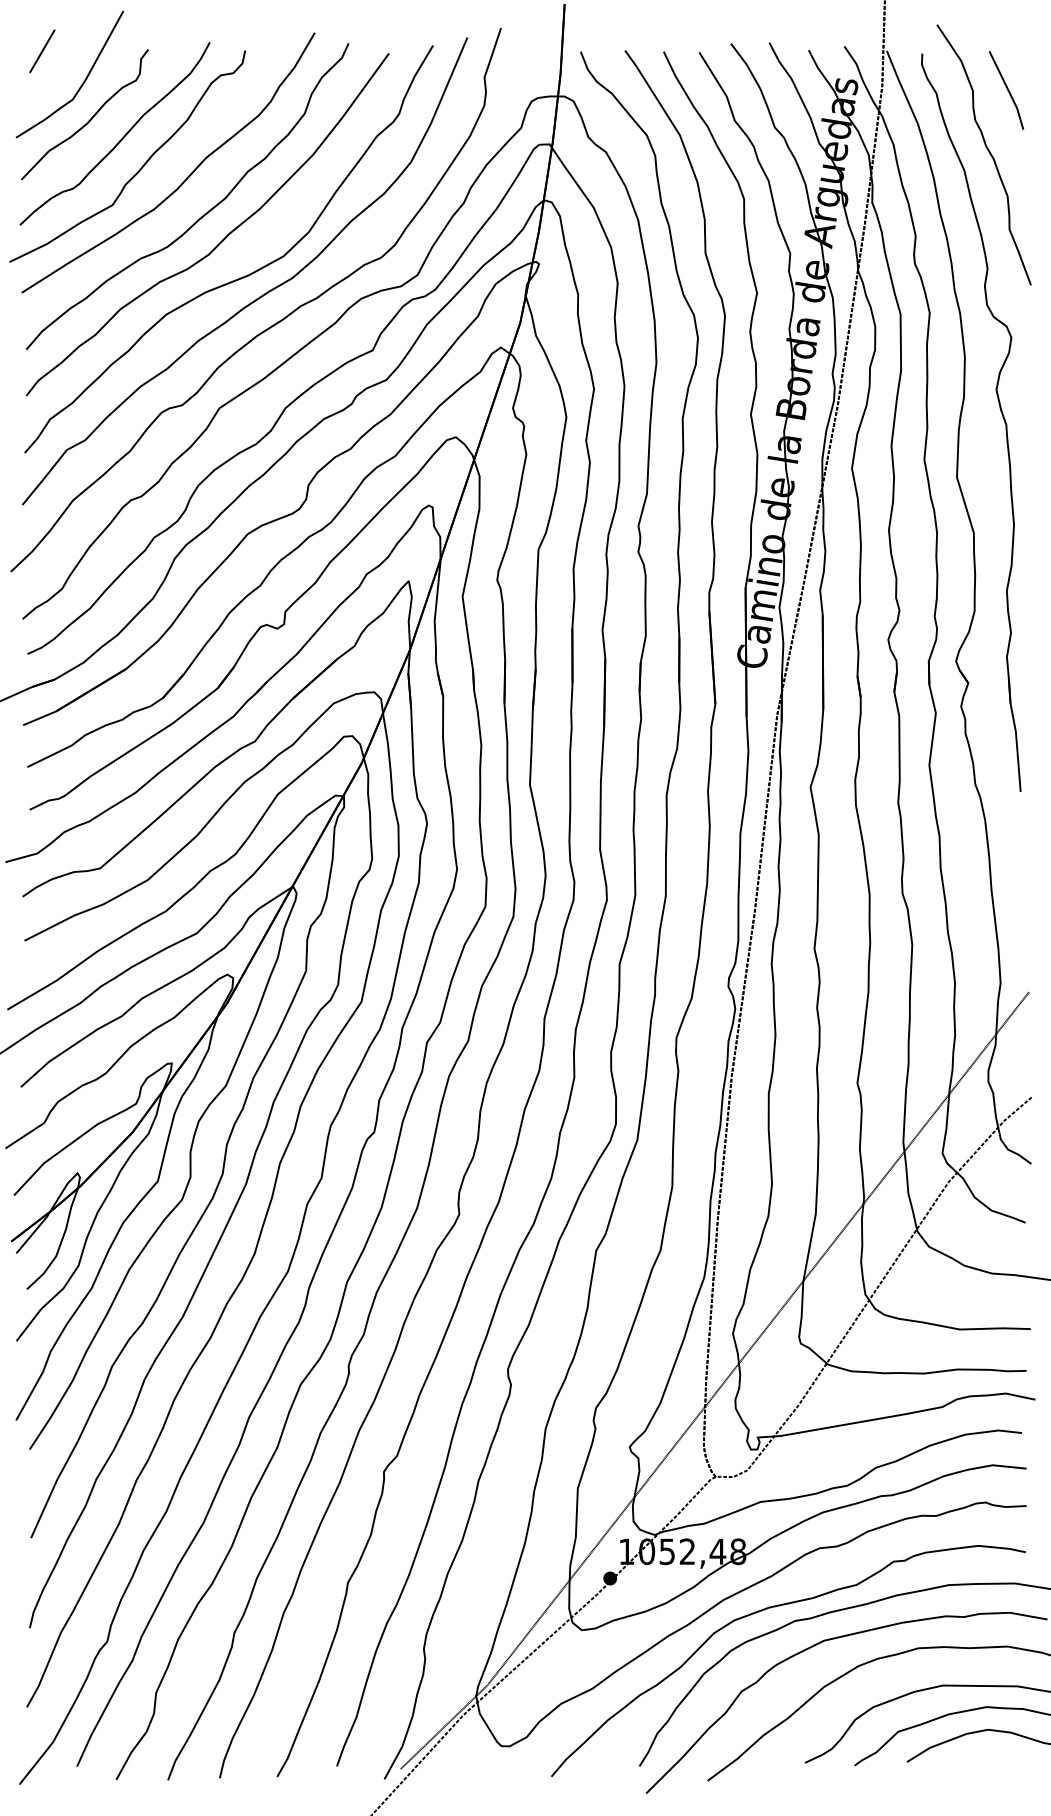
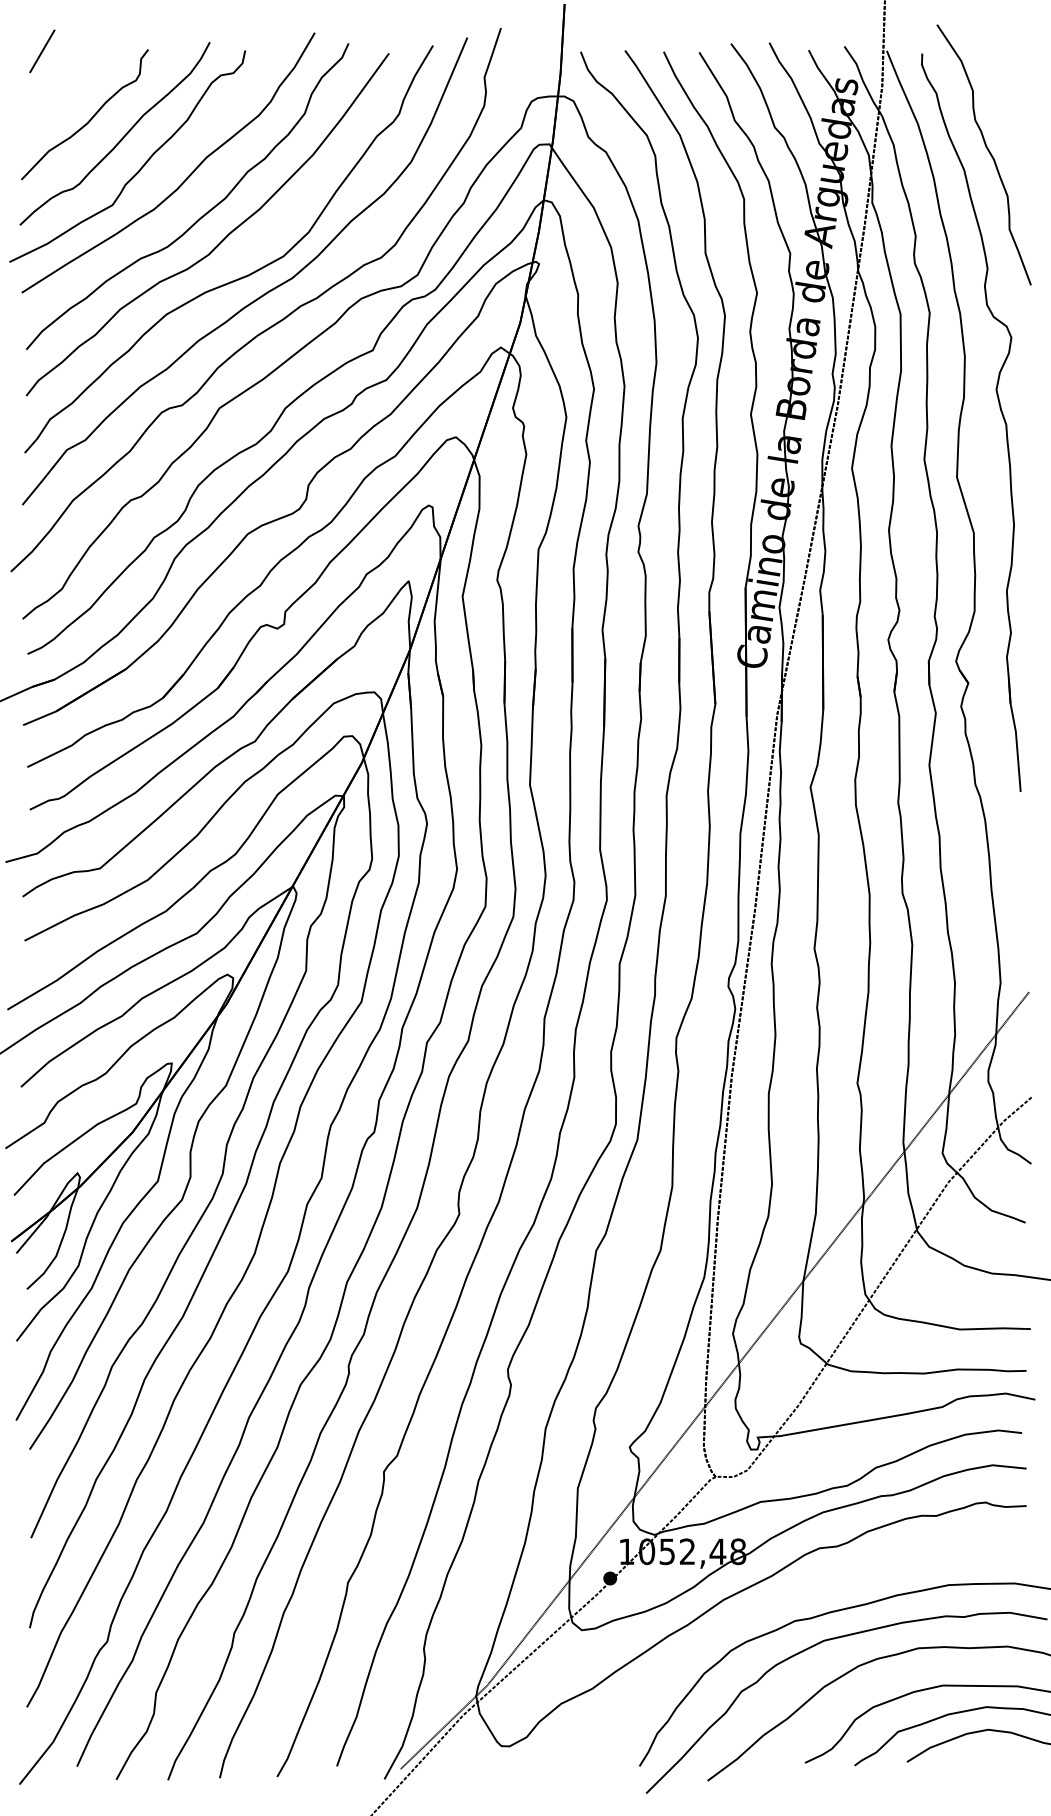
curve at (82, 82): present -> none
part at (1006, 90): present -> none
curve at (775, 1607): present -> none
